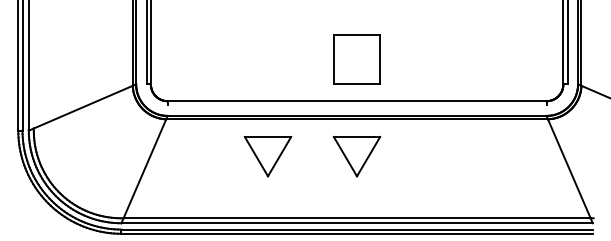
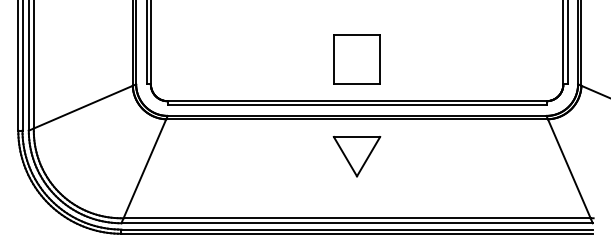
line at (33, 65): none -> present
line at (356, 105): none -> present
part at (267, 156): present -> none
